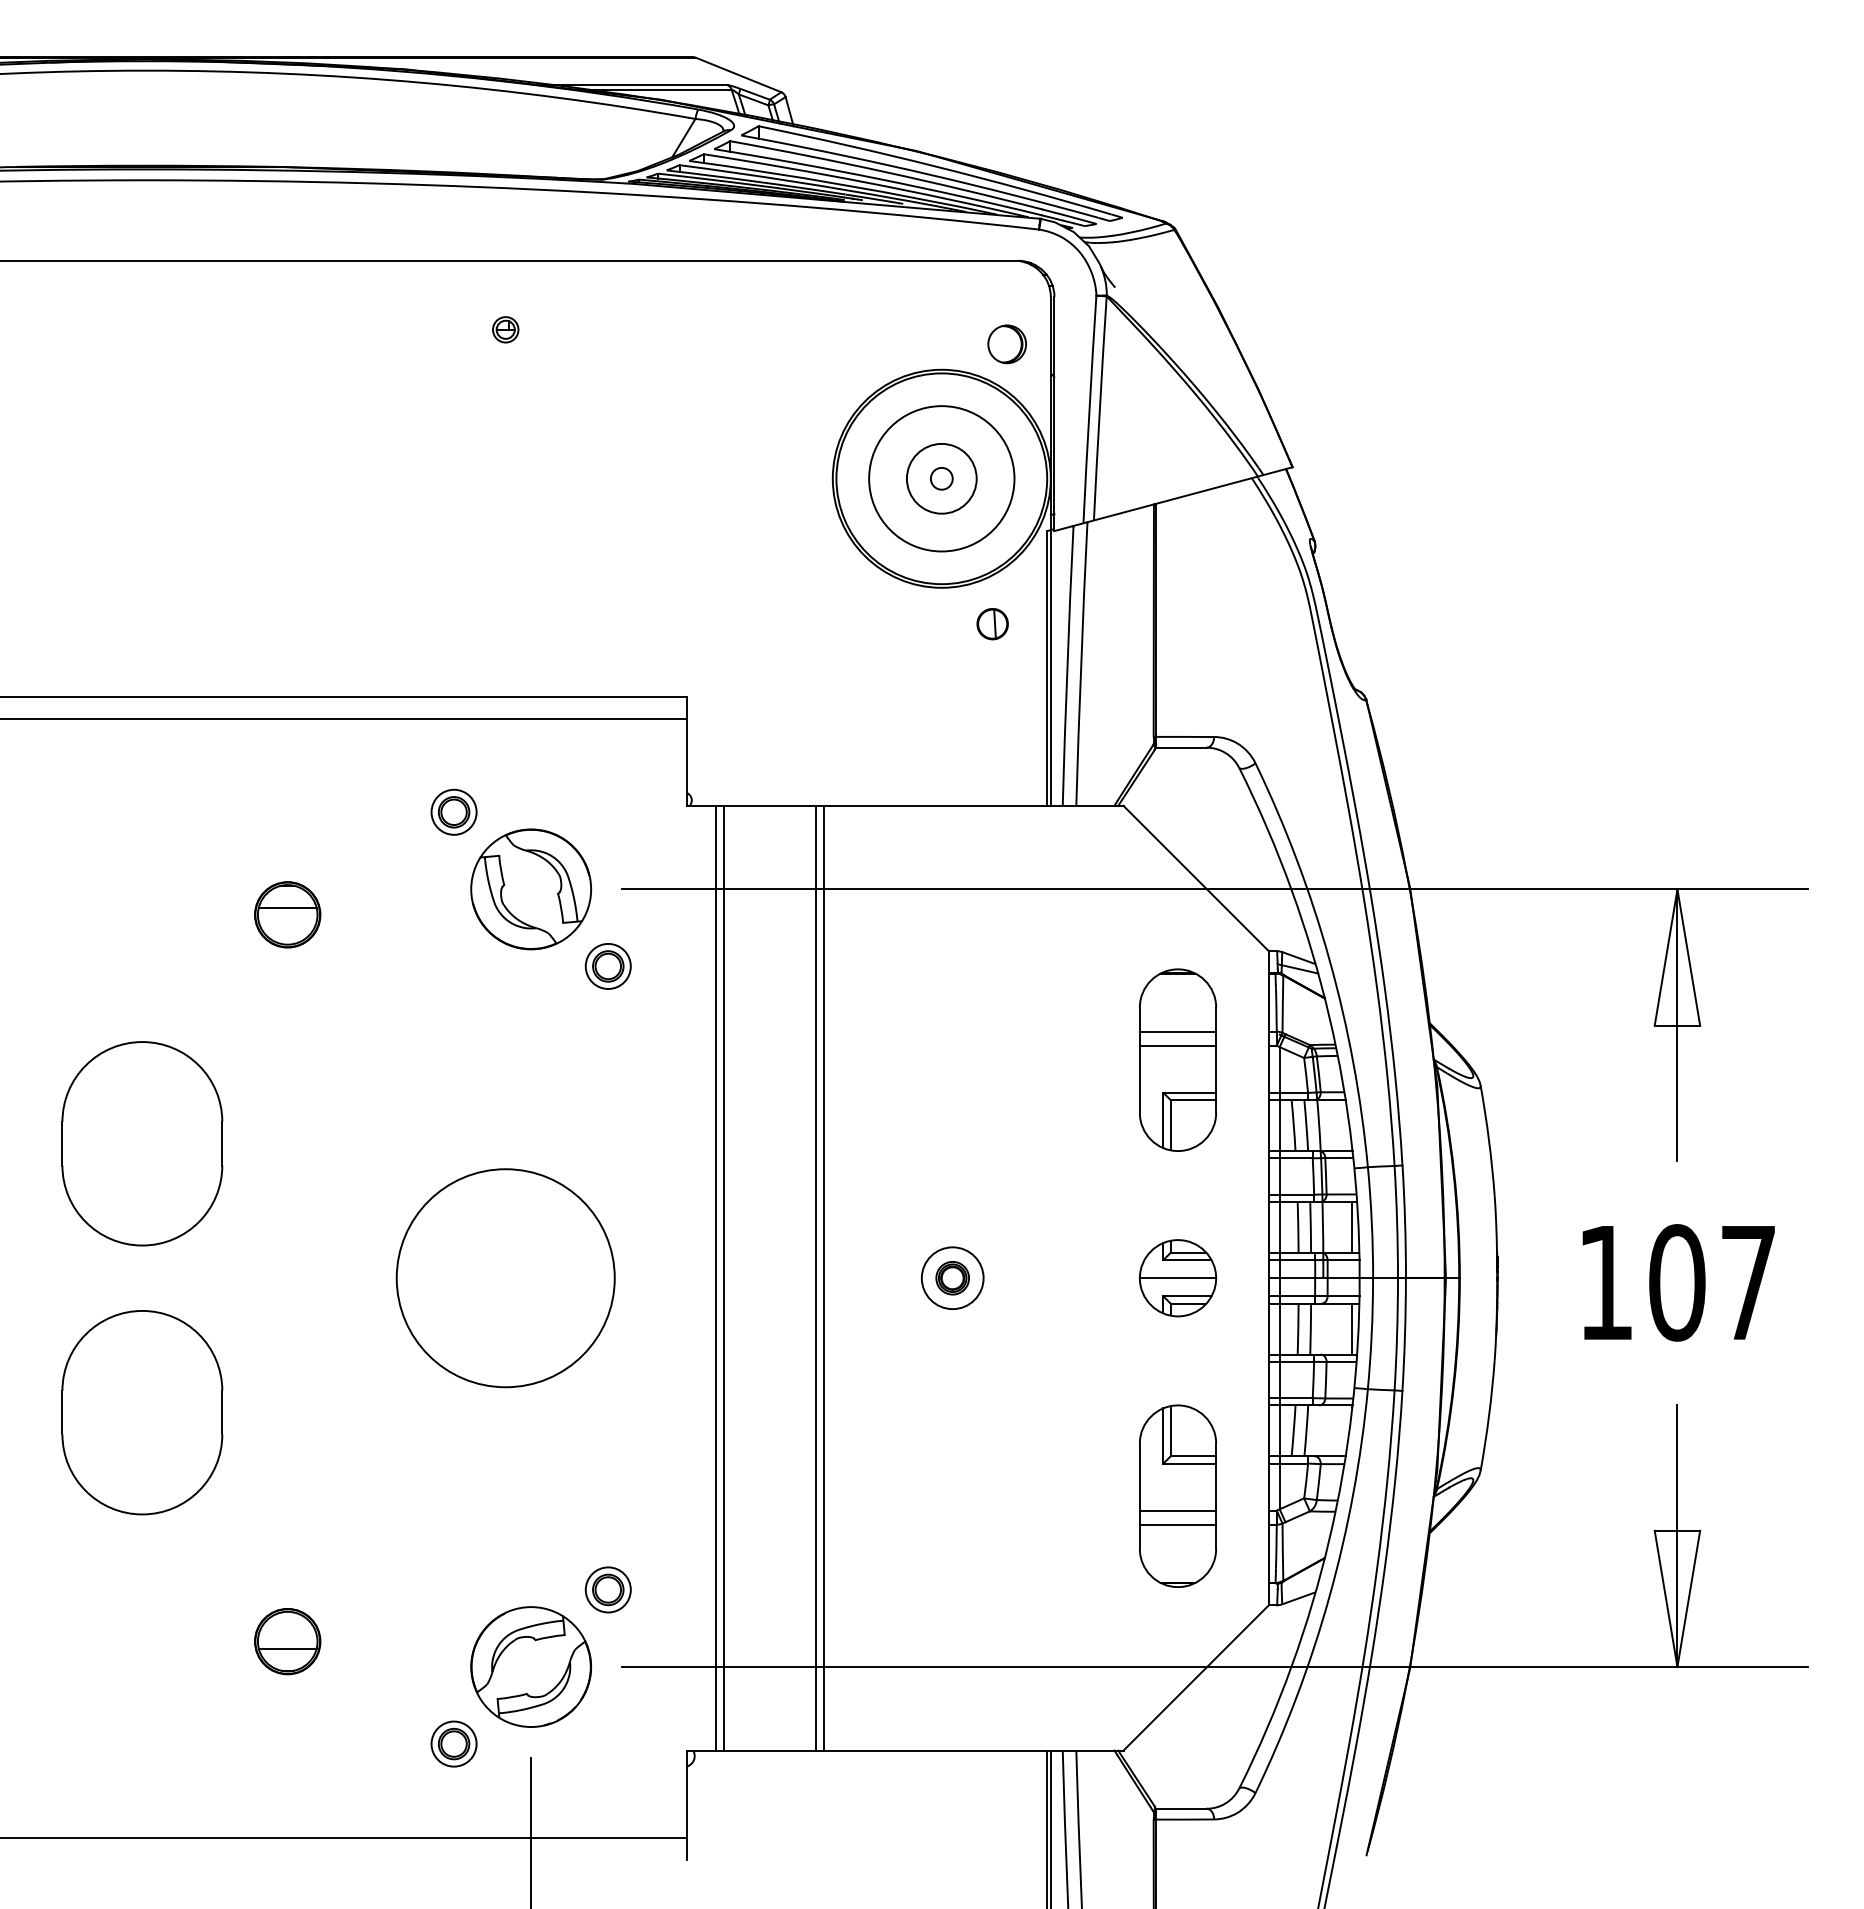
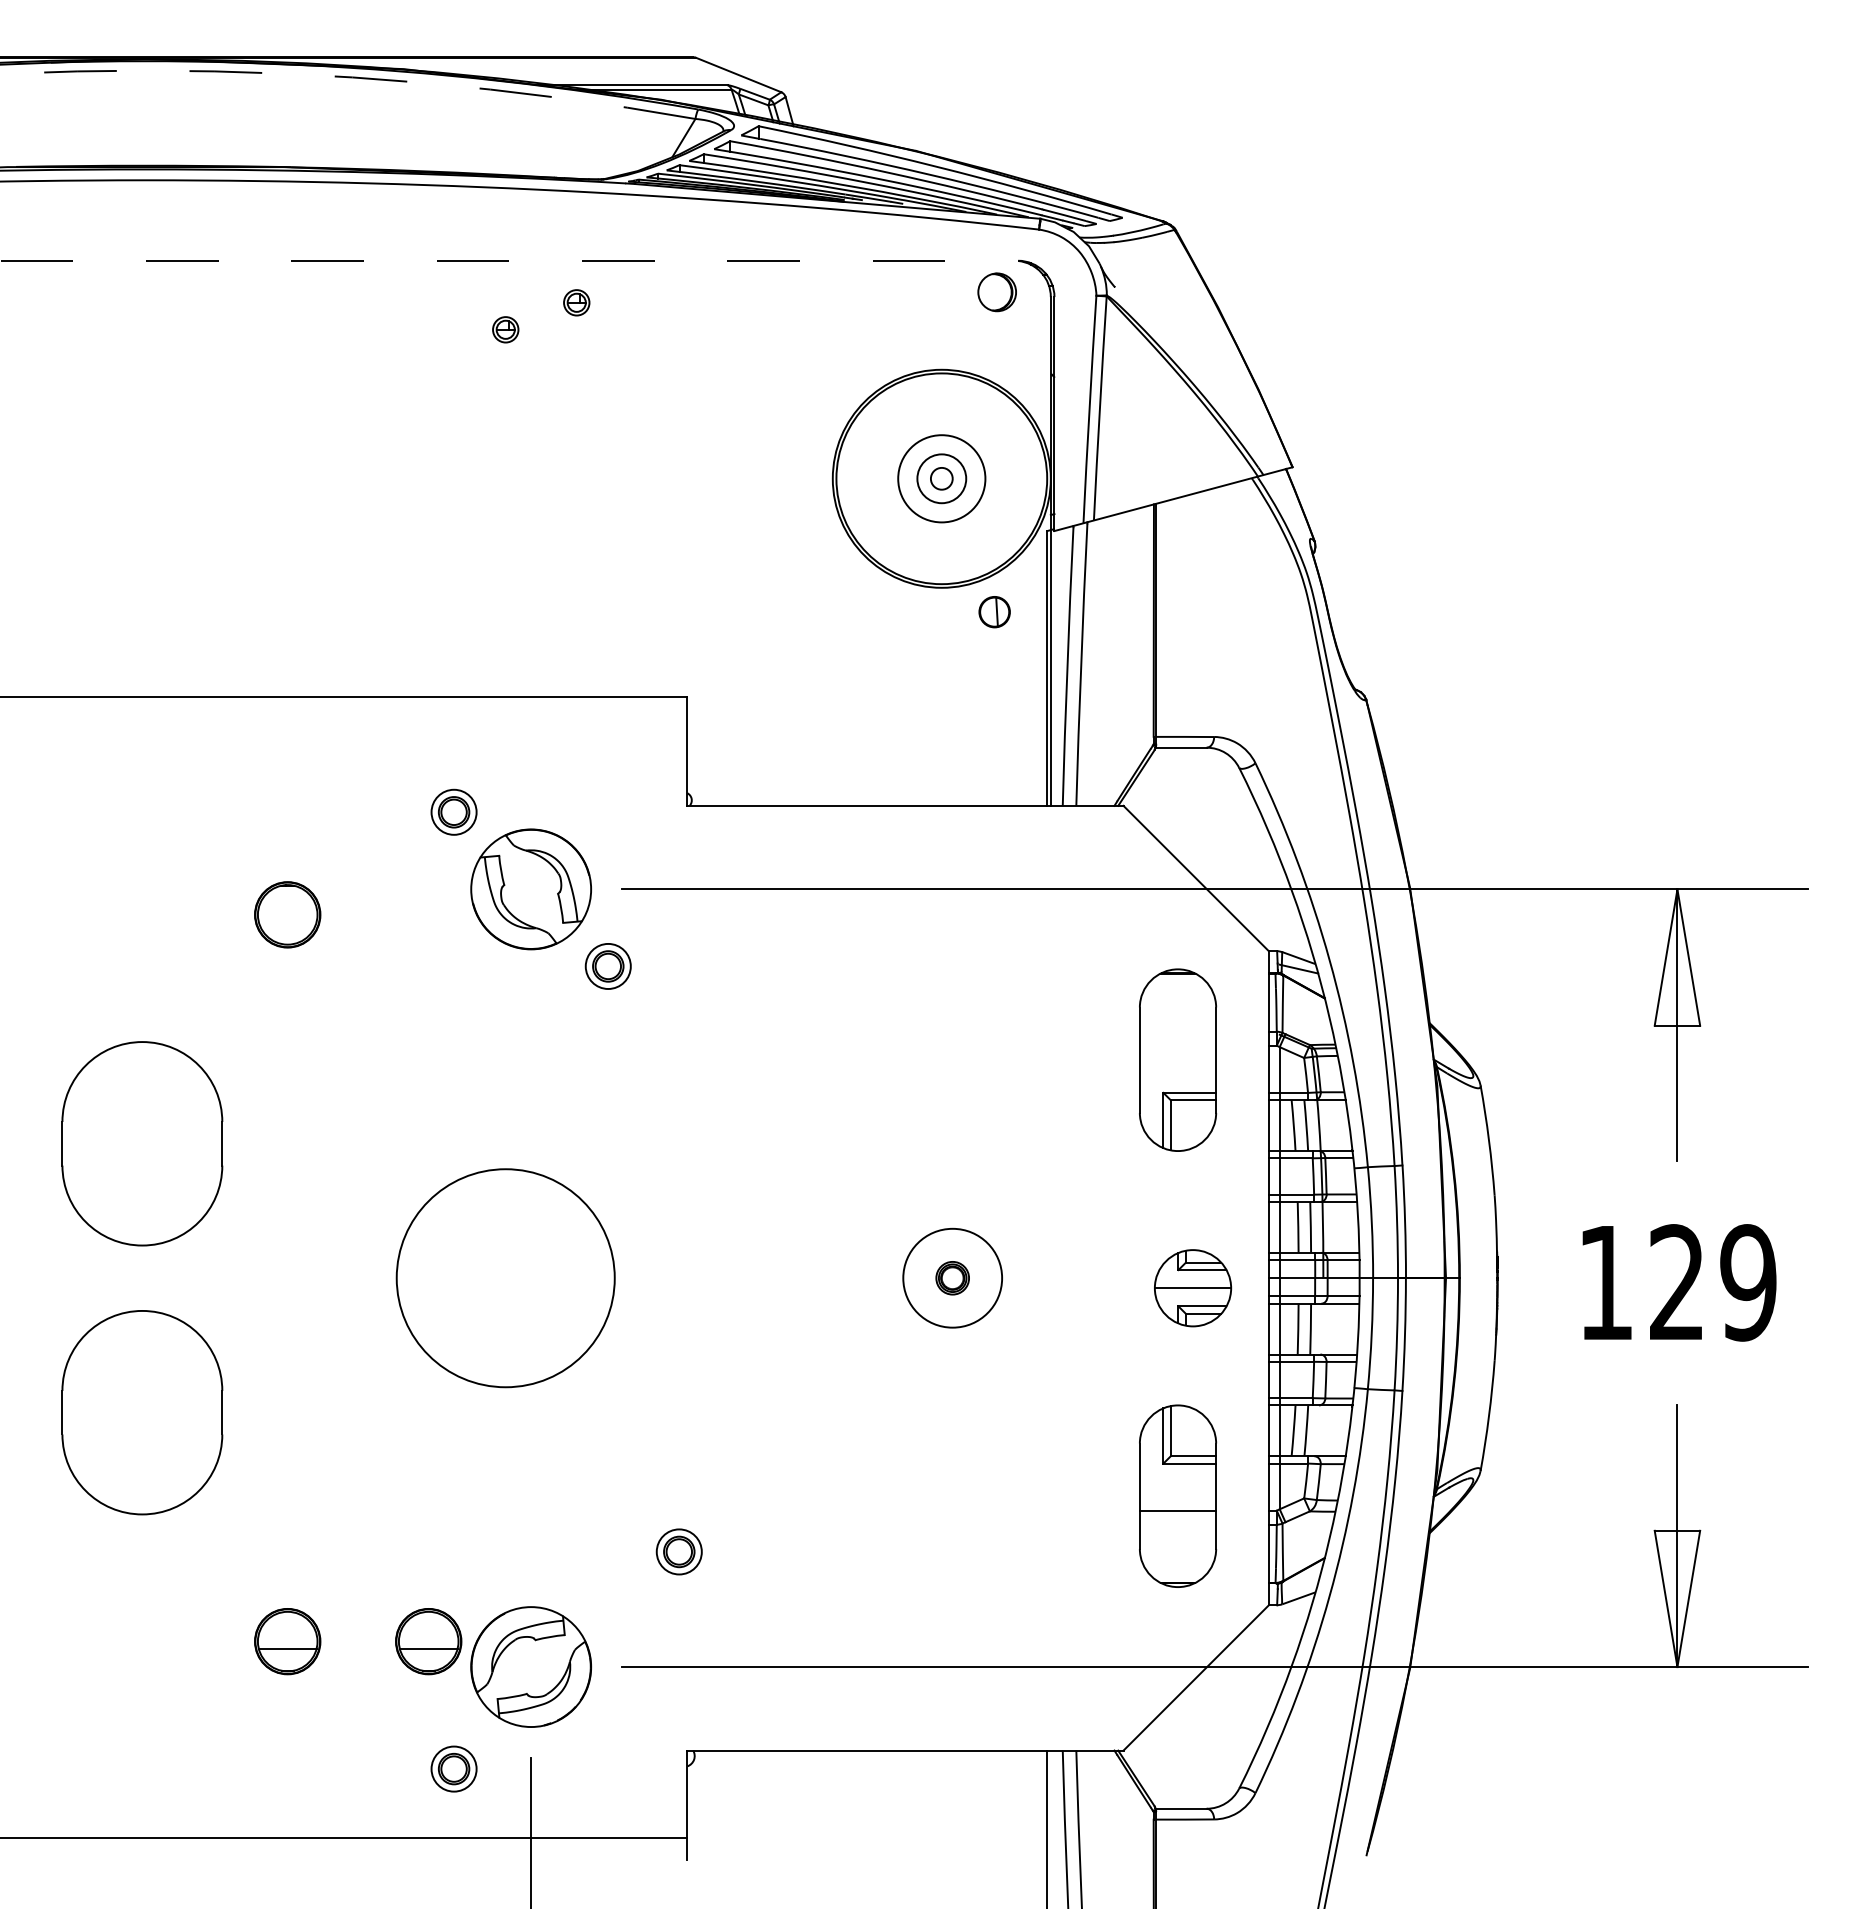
arc at (348, 77): solid -> dashed
line at (509, 260): solid -> dashed
part at (576, 302): none -> present
part at (1006, 344) position: (1006, 344) -> (996, 292)
circle at (941, 478) diameter: 145 px -> 87 px
circle at (941, 478) diameter: 70 px -> 49 px
part at (992, 624) position: (992, 624) -> (994, 612)
line at (344, 718): present -> none
line at (287, 907): present -> none
line at (1177, 1031): present -> none
line at (1177, 1045): present -> none
line at (1352, 1226): present -> none
line at (716, 1277): present -> none
line at (723, 1277): present -> none
line at (816, 1277): present -> none
line at (823, 1277): present -> none
circle at (952, 1278) diameter: 62 px -> 99 px
part at (1178, 1278) position: (1178, 1278) -> (1193, 1288)
text at (1712, 1282): 107 -> 129
line at (1352, 1328): present -> none
line at (1177, 1524): present -> none
part at (607, 1589) position: (607, 1589) -> (678, 1551)
part at (428, 1641): none -> present
part at (453, 1743) position: (453, 1743) -> (453, 1768)
line at (1050, 1827): present -> none
